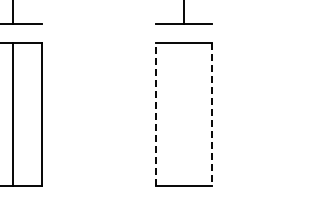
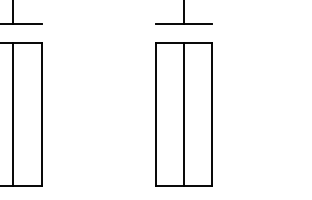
line at (155, 114): dashed -> solid
line at (183, 114): none -> present
line at (212, 114): dashed -> solid
